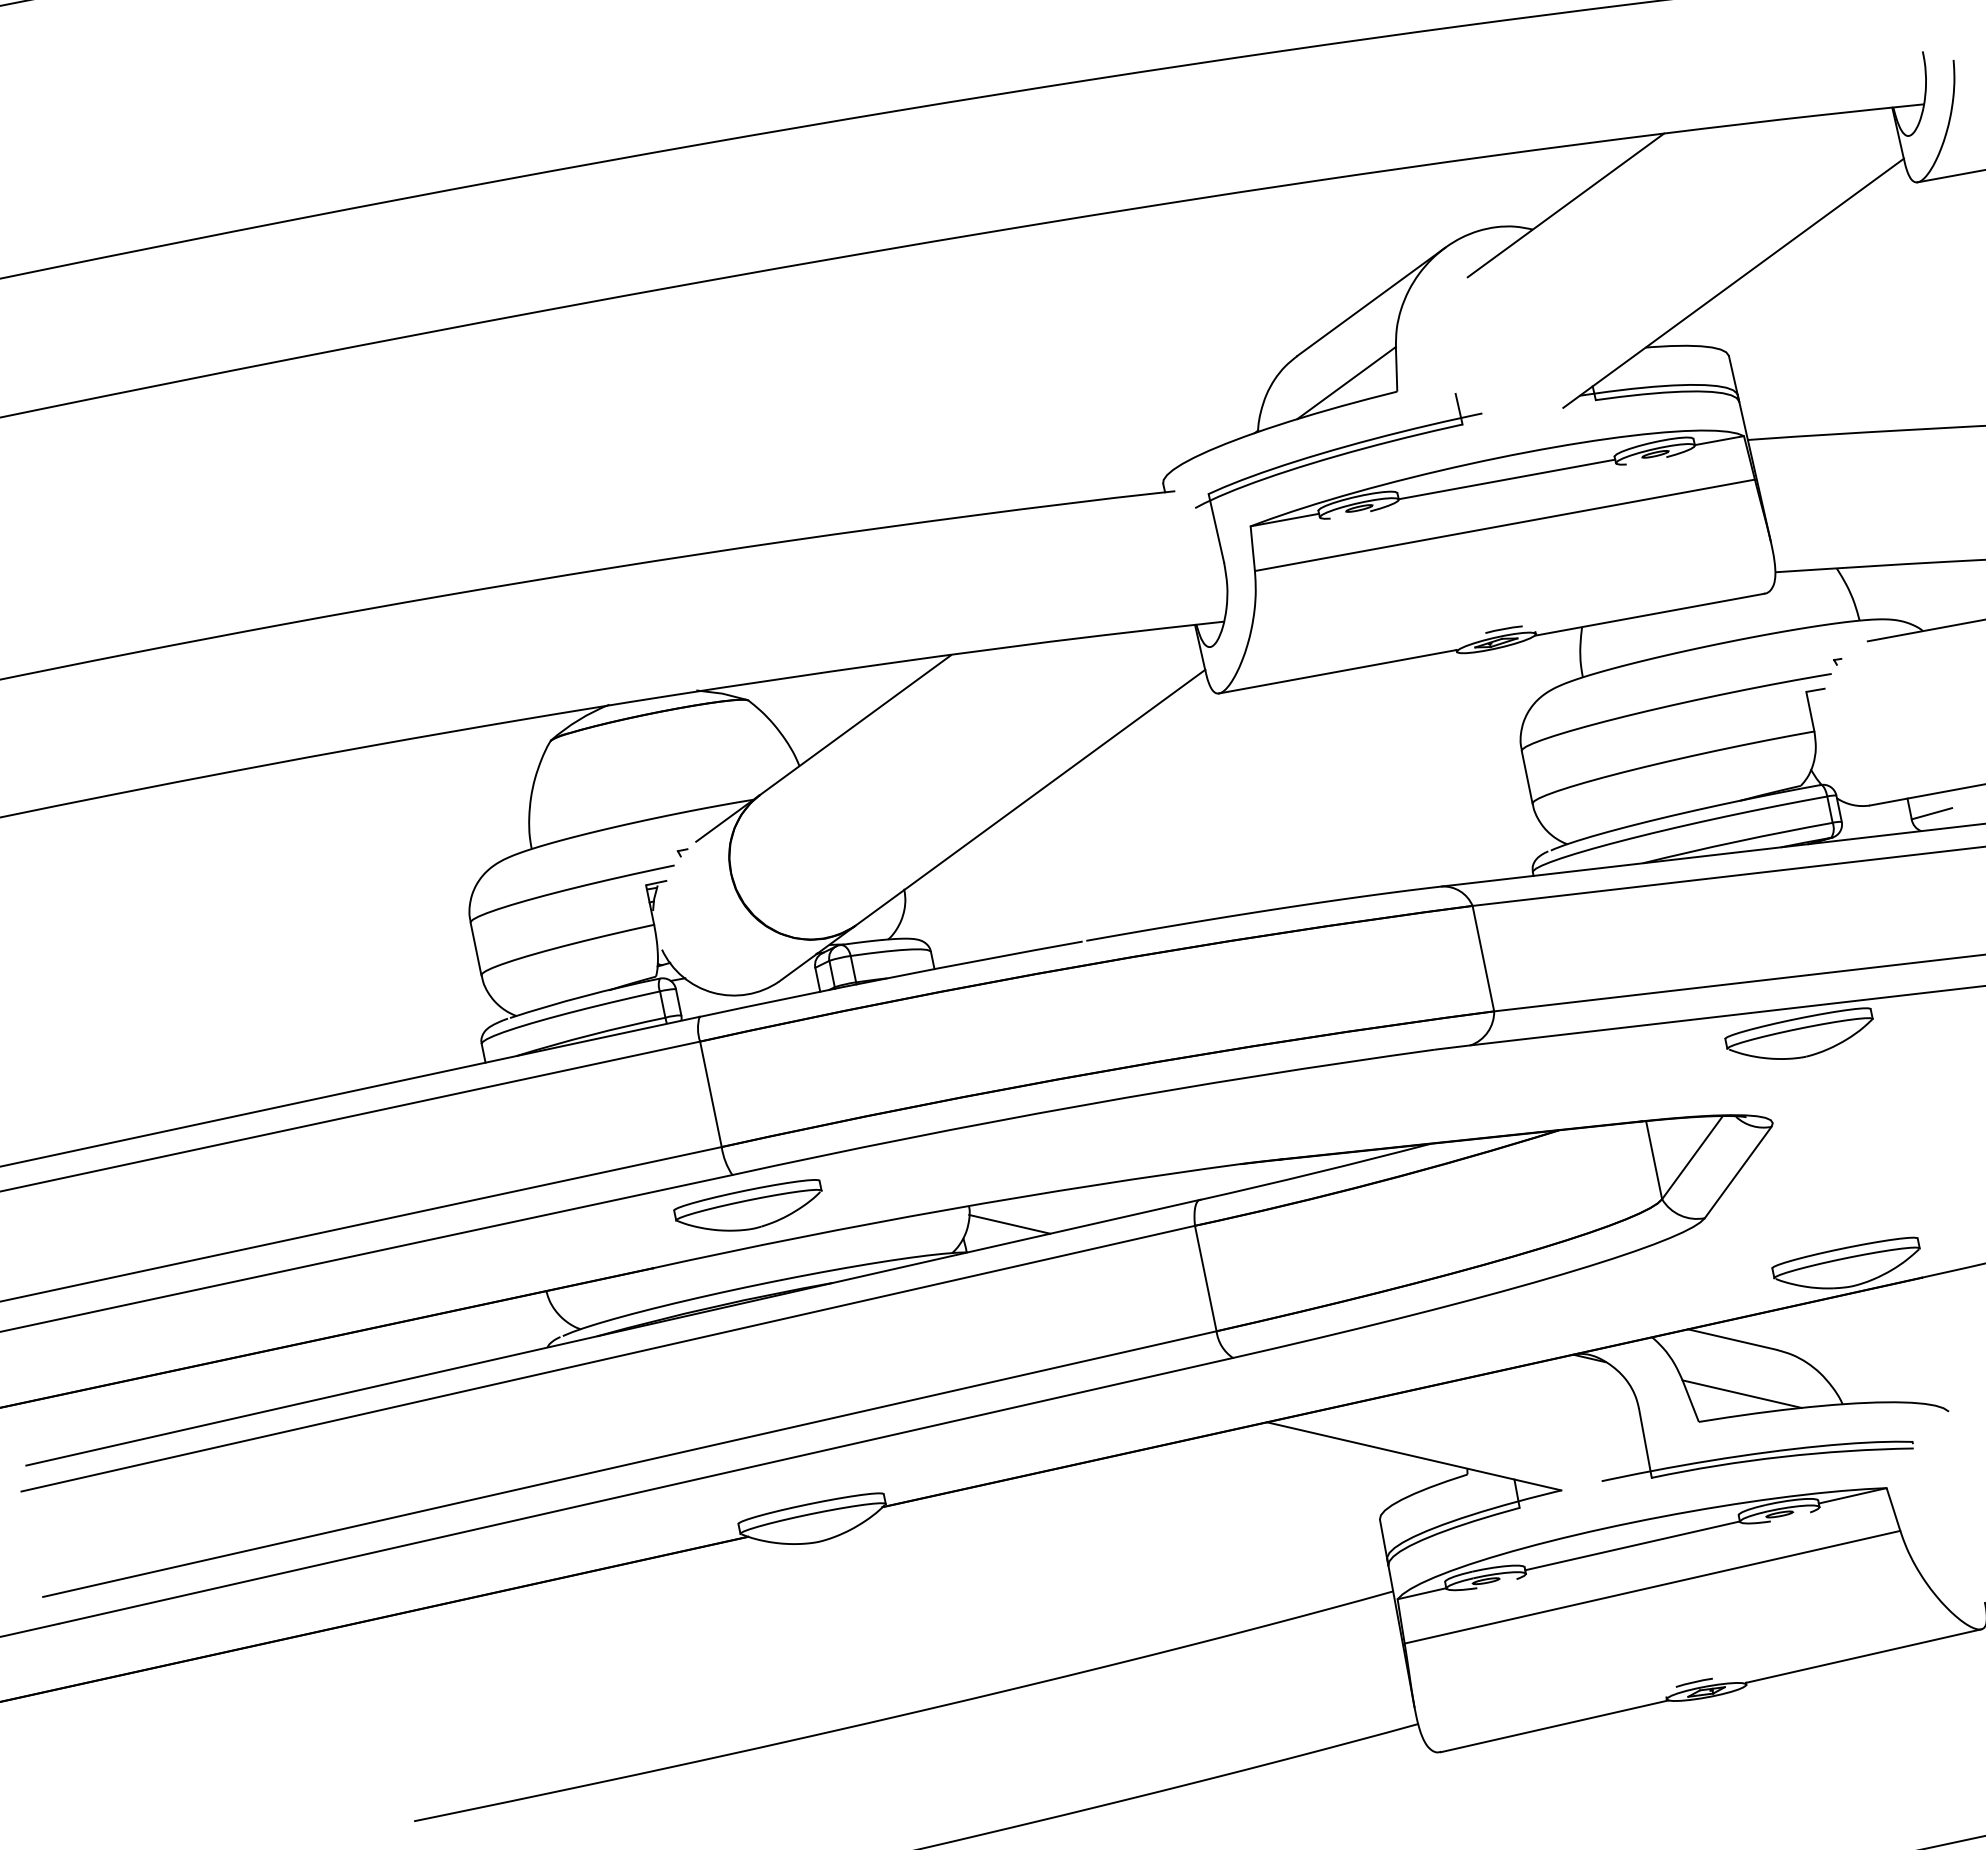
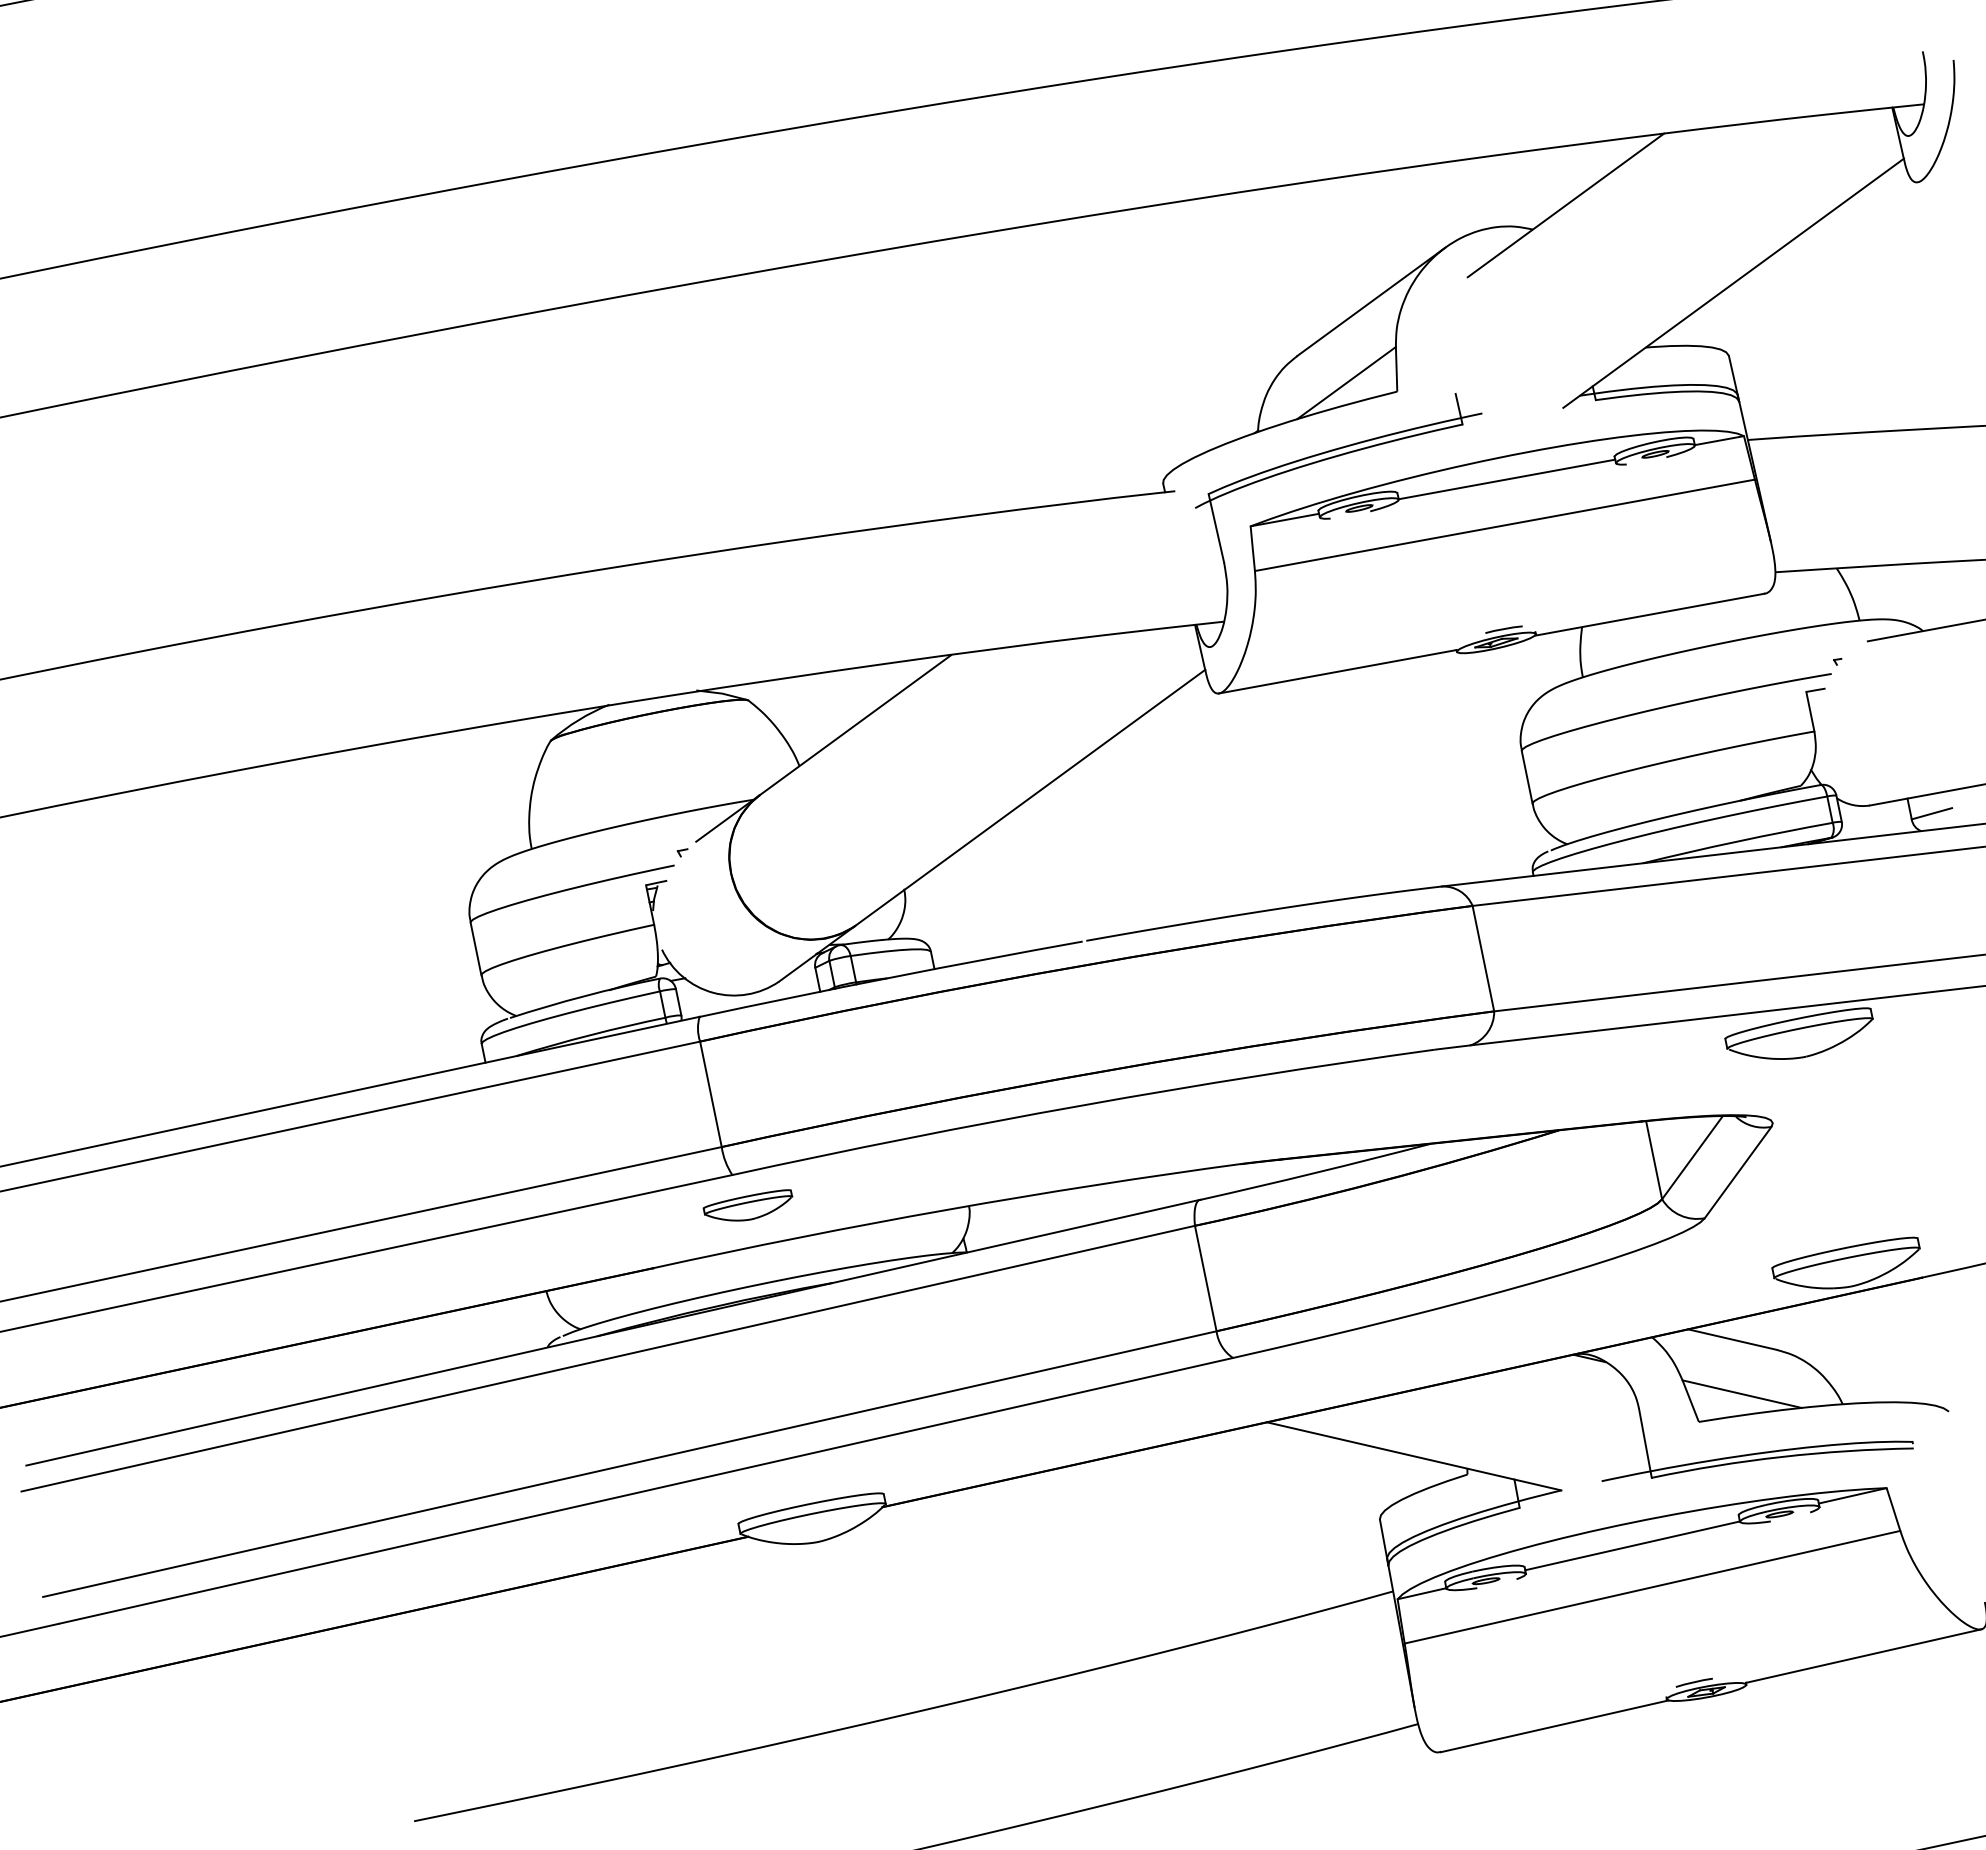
line at (1949, 176): present -> none
part at (747, 1205) size: 150x53 px -> 92x33 px
line at (1009, 1223): present -> none
